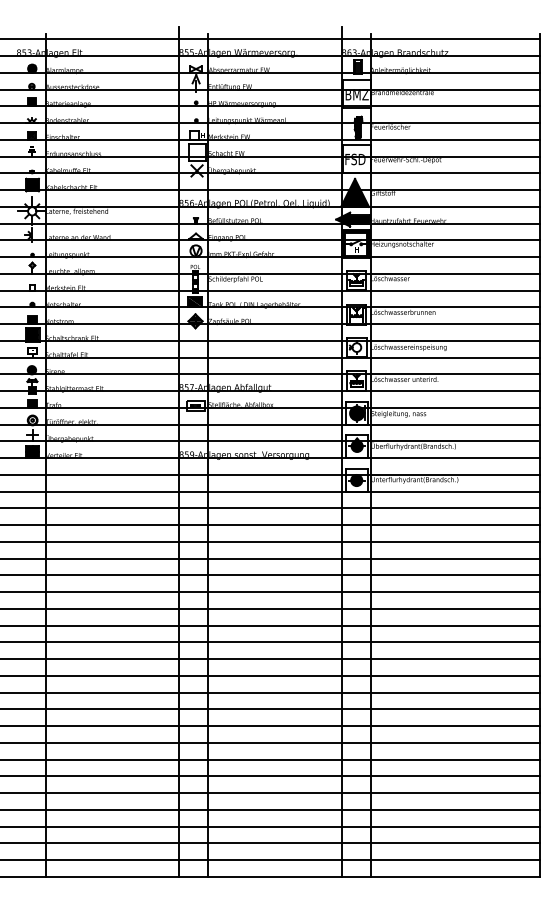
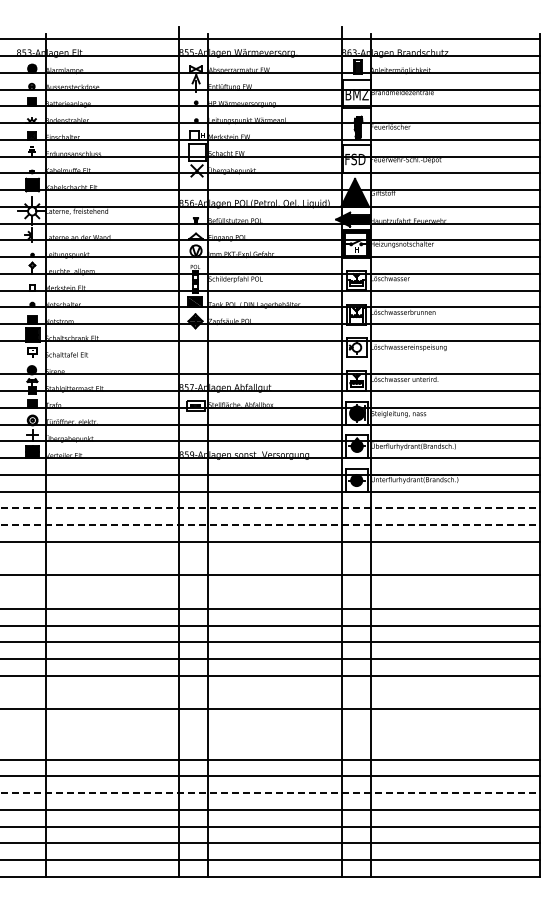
line at (271, 357): present -> none
line at (270, 508): solid -> dashed
line at (270, 525): solid -> dashed
line at (271, 558): present -> none
line at (271, 592): present -> none
line at (271, 692): present -> none
line at (271, 726): present -> none
line at (271, 742): present -> none
line at (270, 793): solid -> dashed
